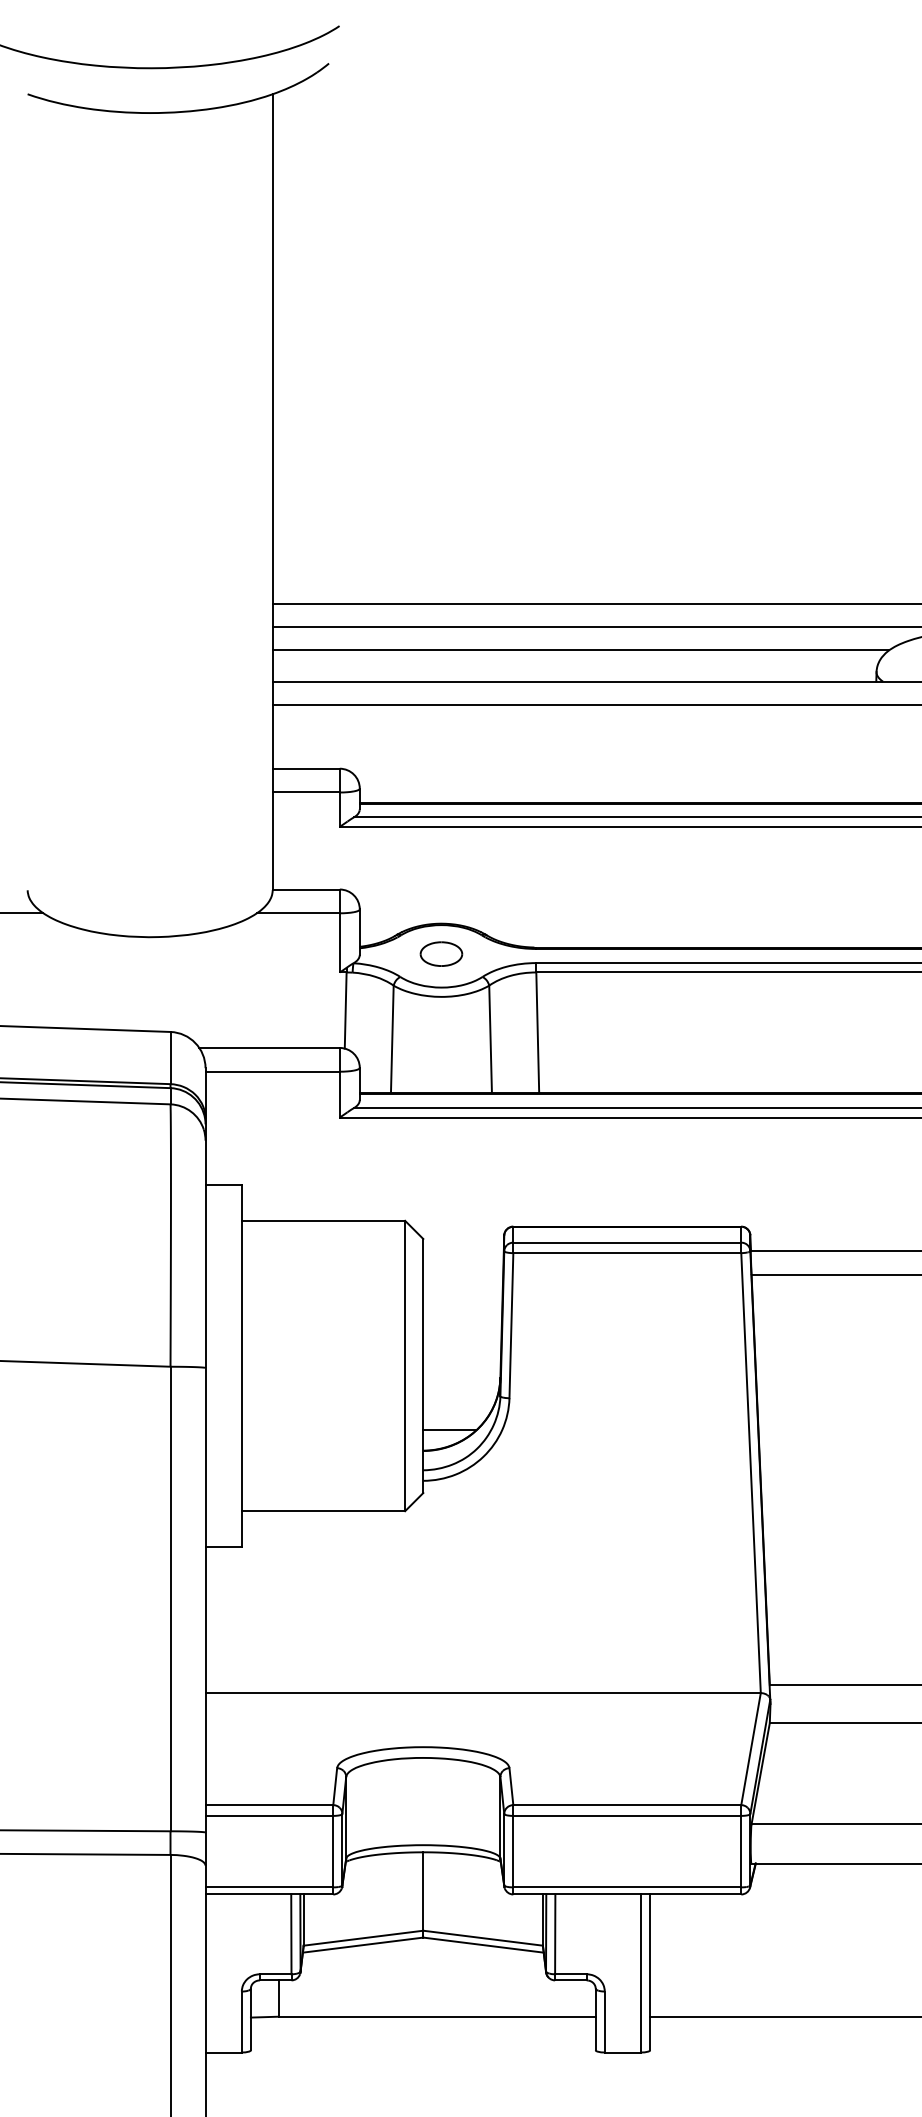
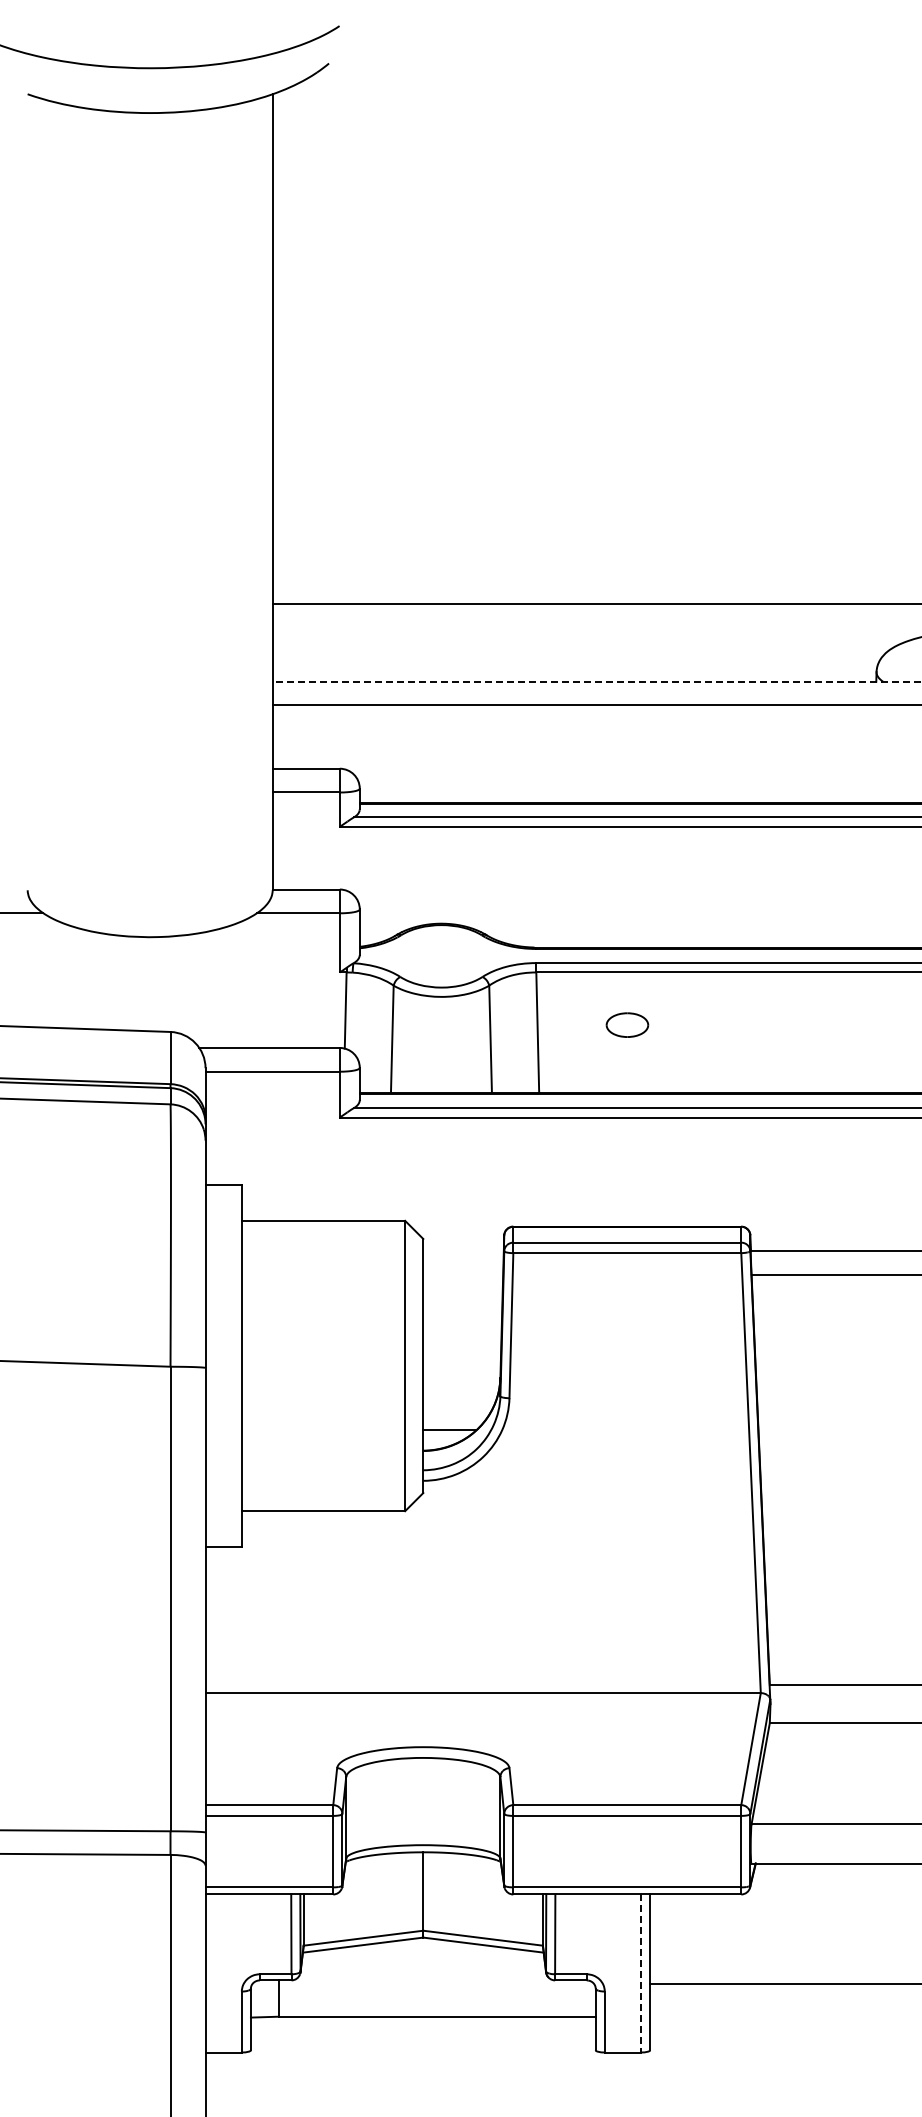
line at (595, 626): present -> none
line at (580, 650): present -> none
line at (596, 681): solid -> dashed
part at (441, 953) position: (441, 953) -> (627, 1024)
line at (641, 1974): solid -> dashed
line at (784, 2016) position: (784, 2016) -> (784, 1983)
